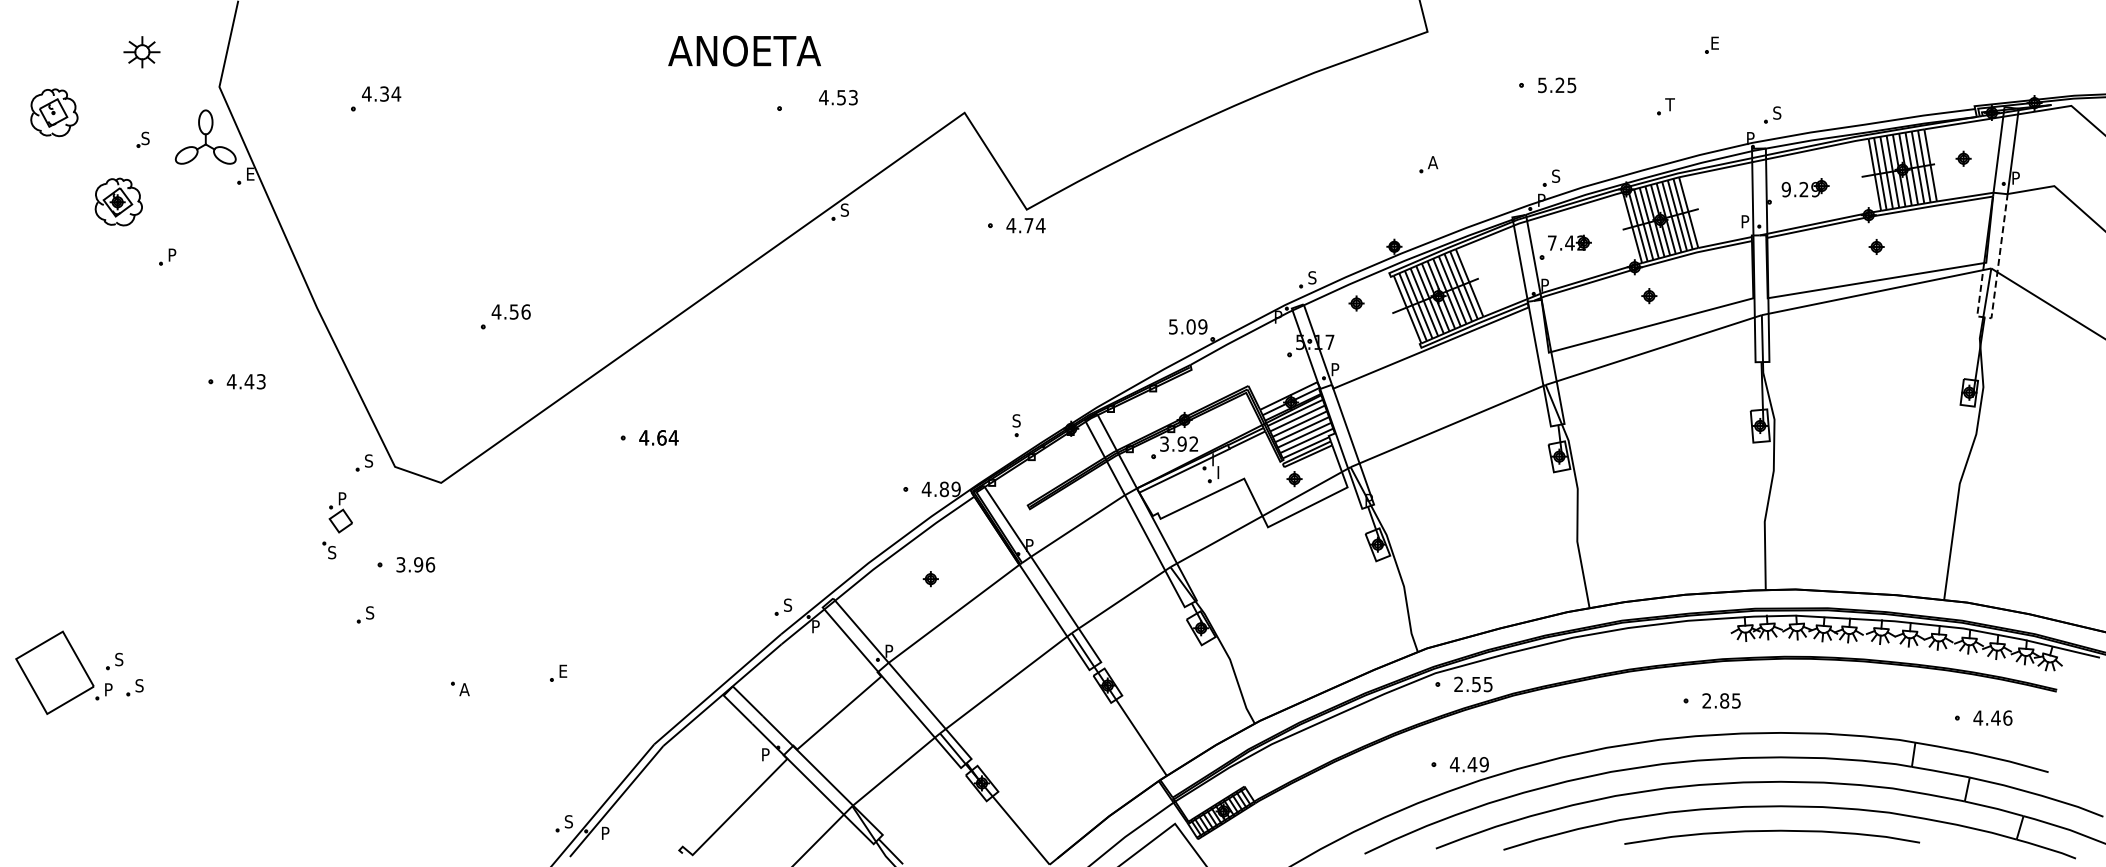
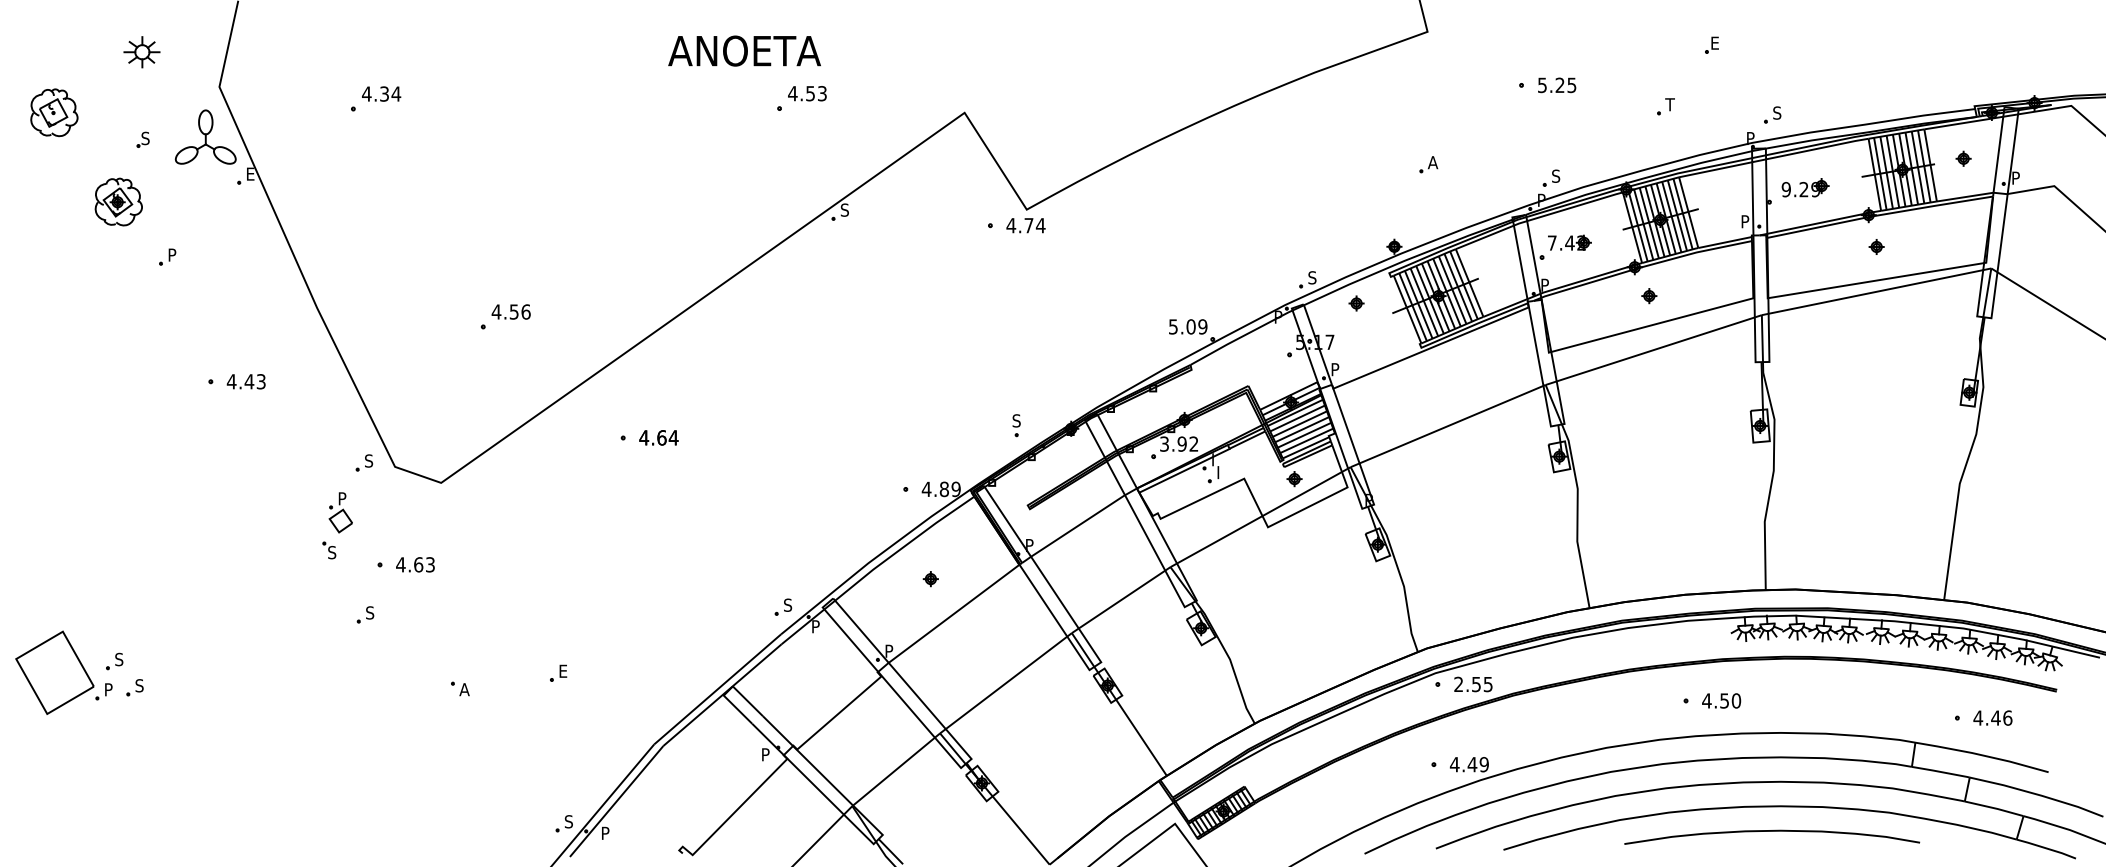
text at (838, 97) position: (838, 97) -> (807, 93)
line at (1995, 290): dashed -> solid
text at (415, 564): 3.96 -> 4.63
text at (1721, 700): 2.85 -> 4.50
